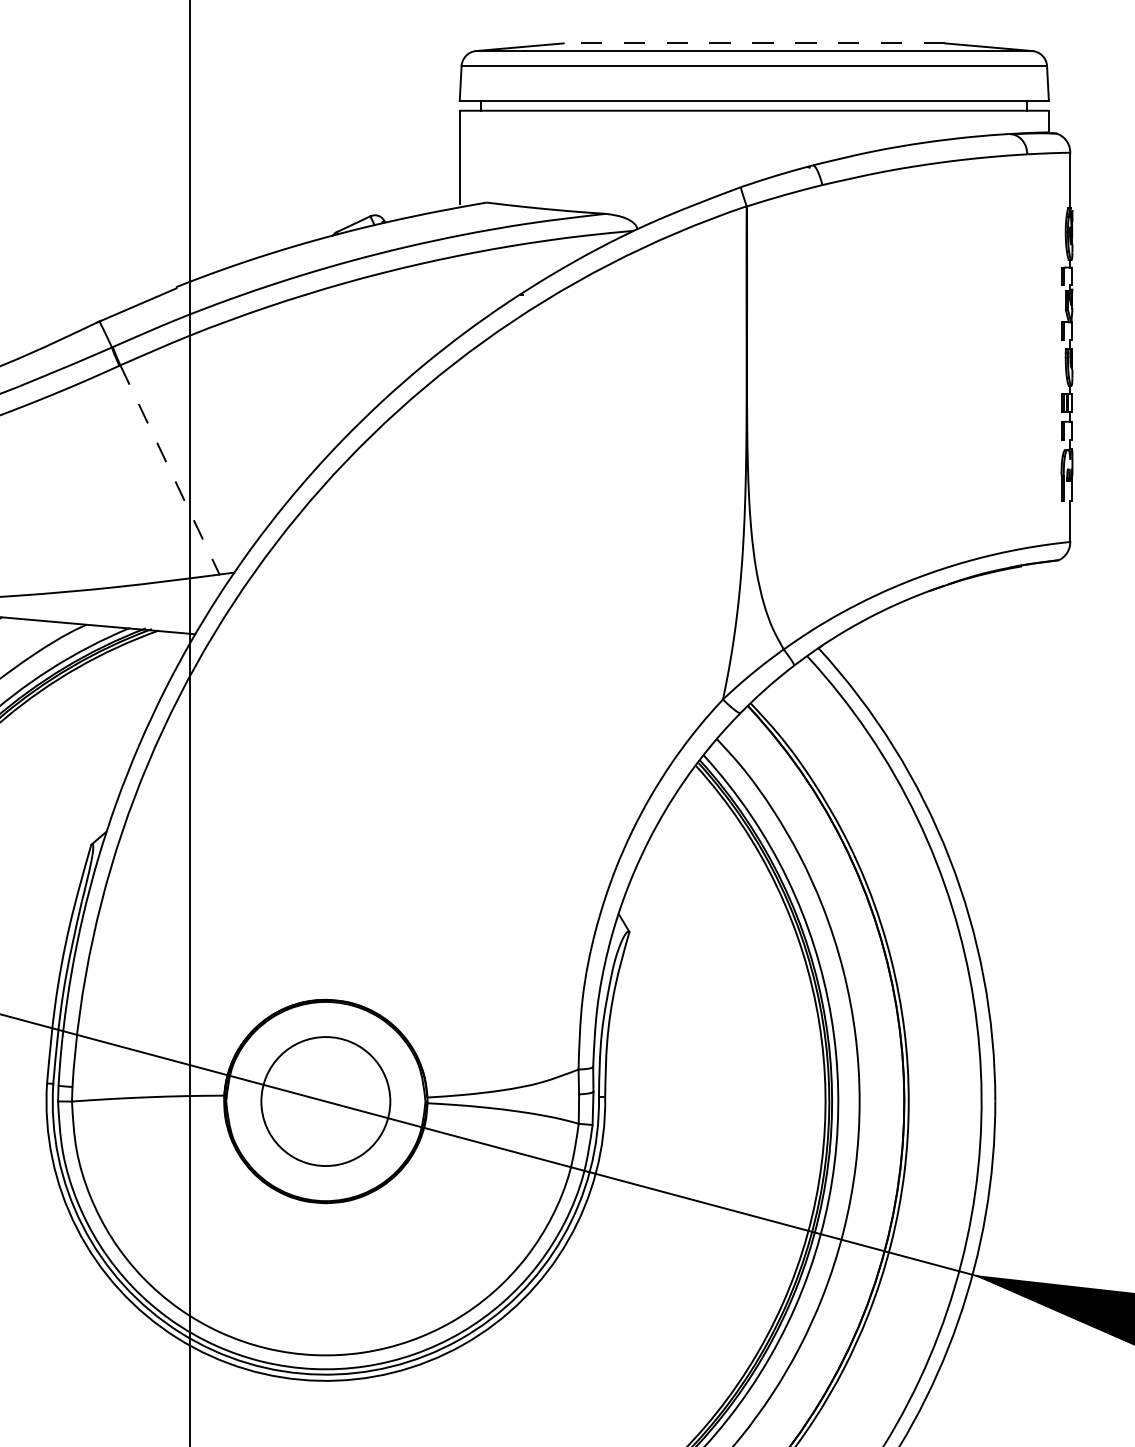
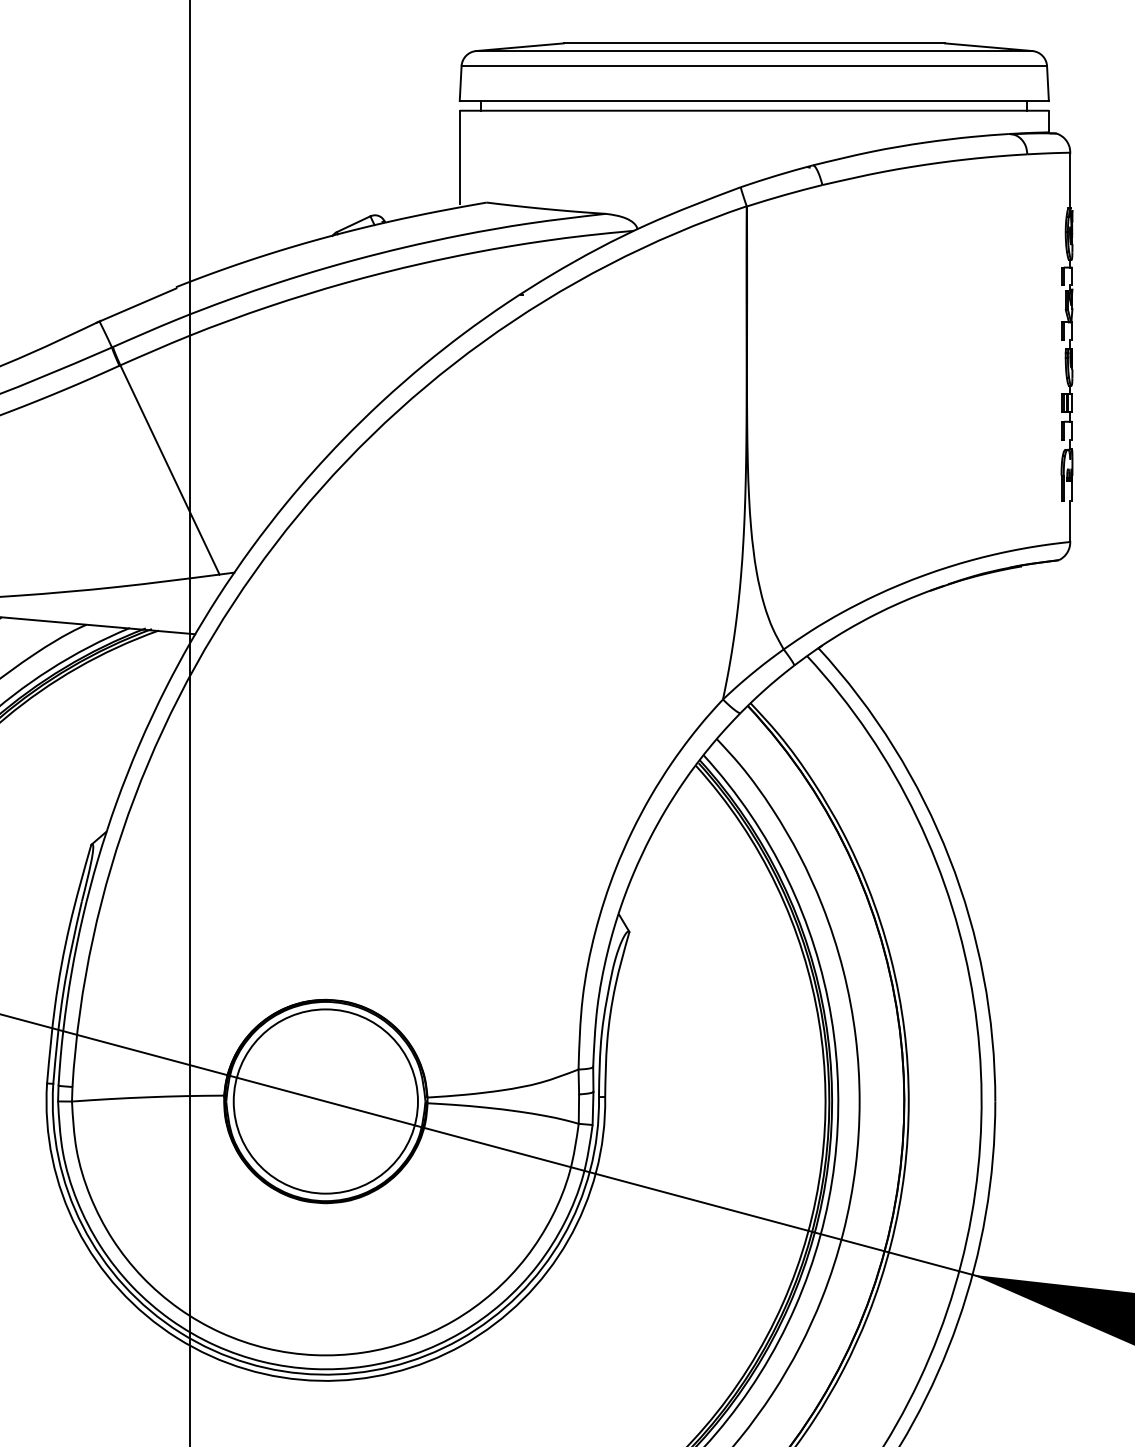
line at (754, 43): dashed -> solid
line at (170, 469): dashed -> solid
circle at (325, 1101) diameter: 129 px -> 184 px
